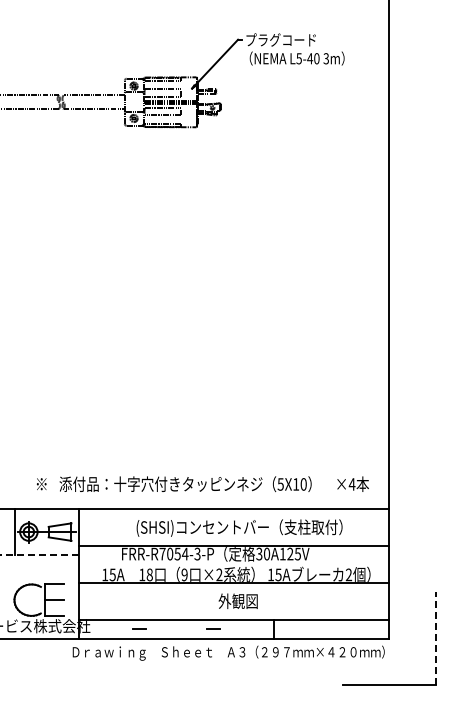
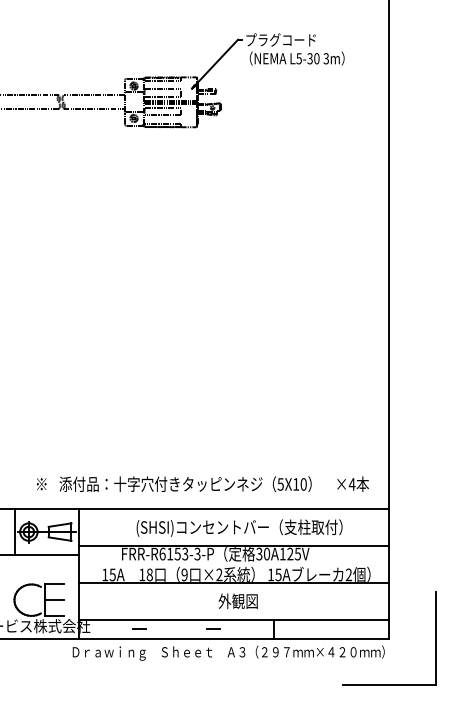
text at (310, 58): L5-40 -> L5-30
text at (173, 553): FRR-R7054-3-P -> FRR-R6153-3-P
line at (39, 555): dashed -> solid
line at (435, 638): dashed -> solid
